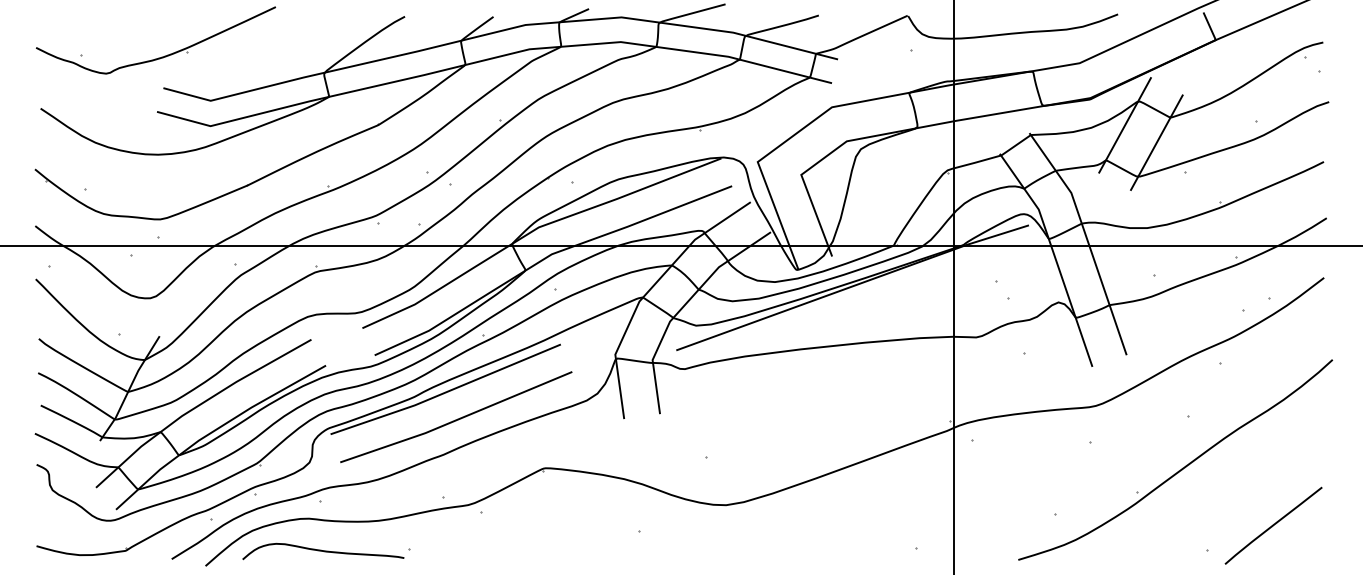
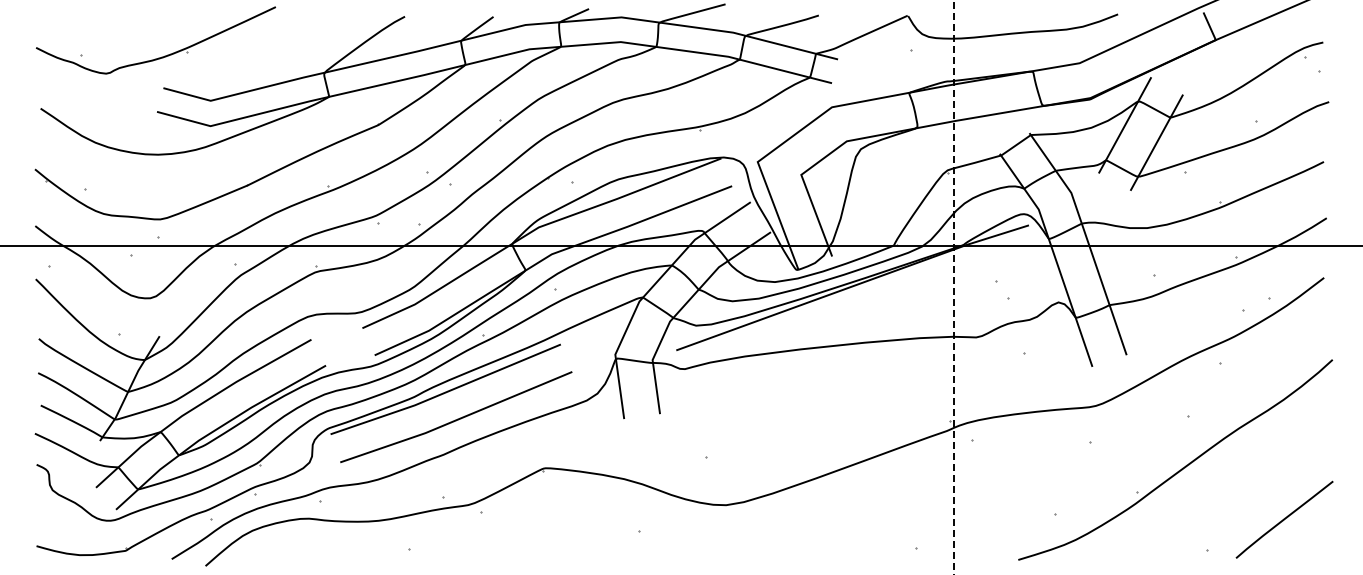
line at (953, 287): solid -> dashed
line at (1273, 525) position: (1273, 525) -> (1284, 519)
curve at (323, 551): present -> none
